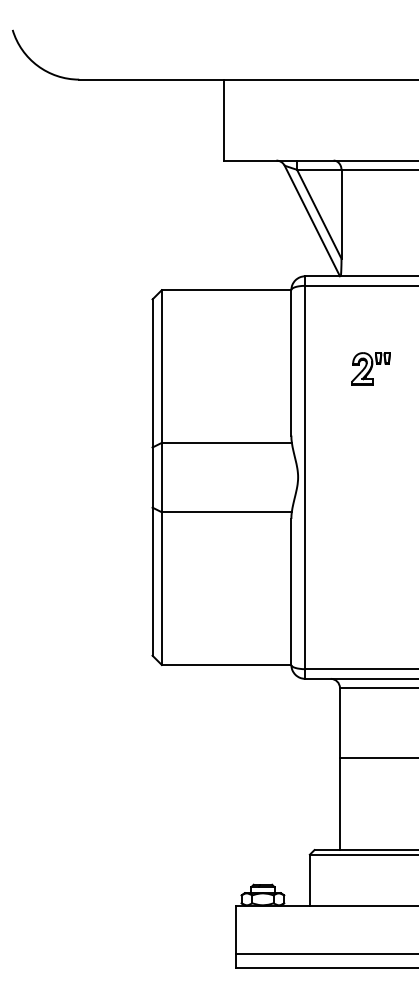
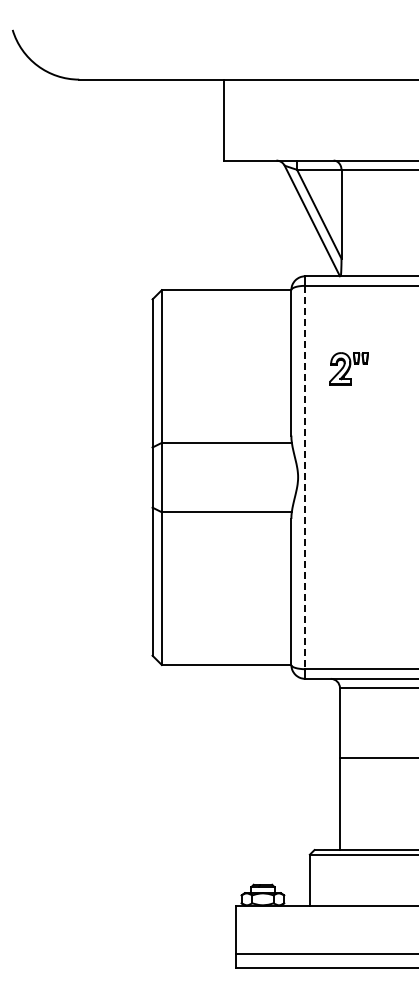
part at (370, 368) position: (370, 368) -> (348, 368)
line at (305, 477): solid -> dashed
